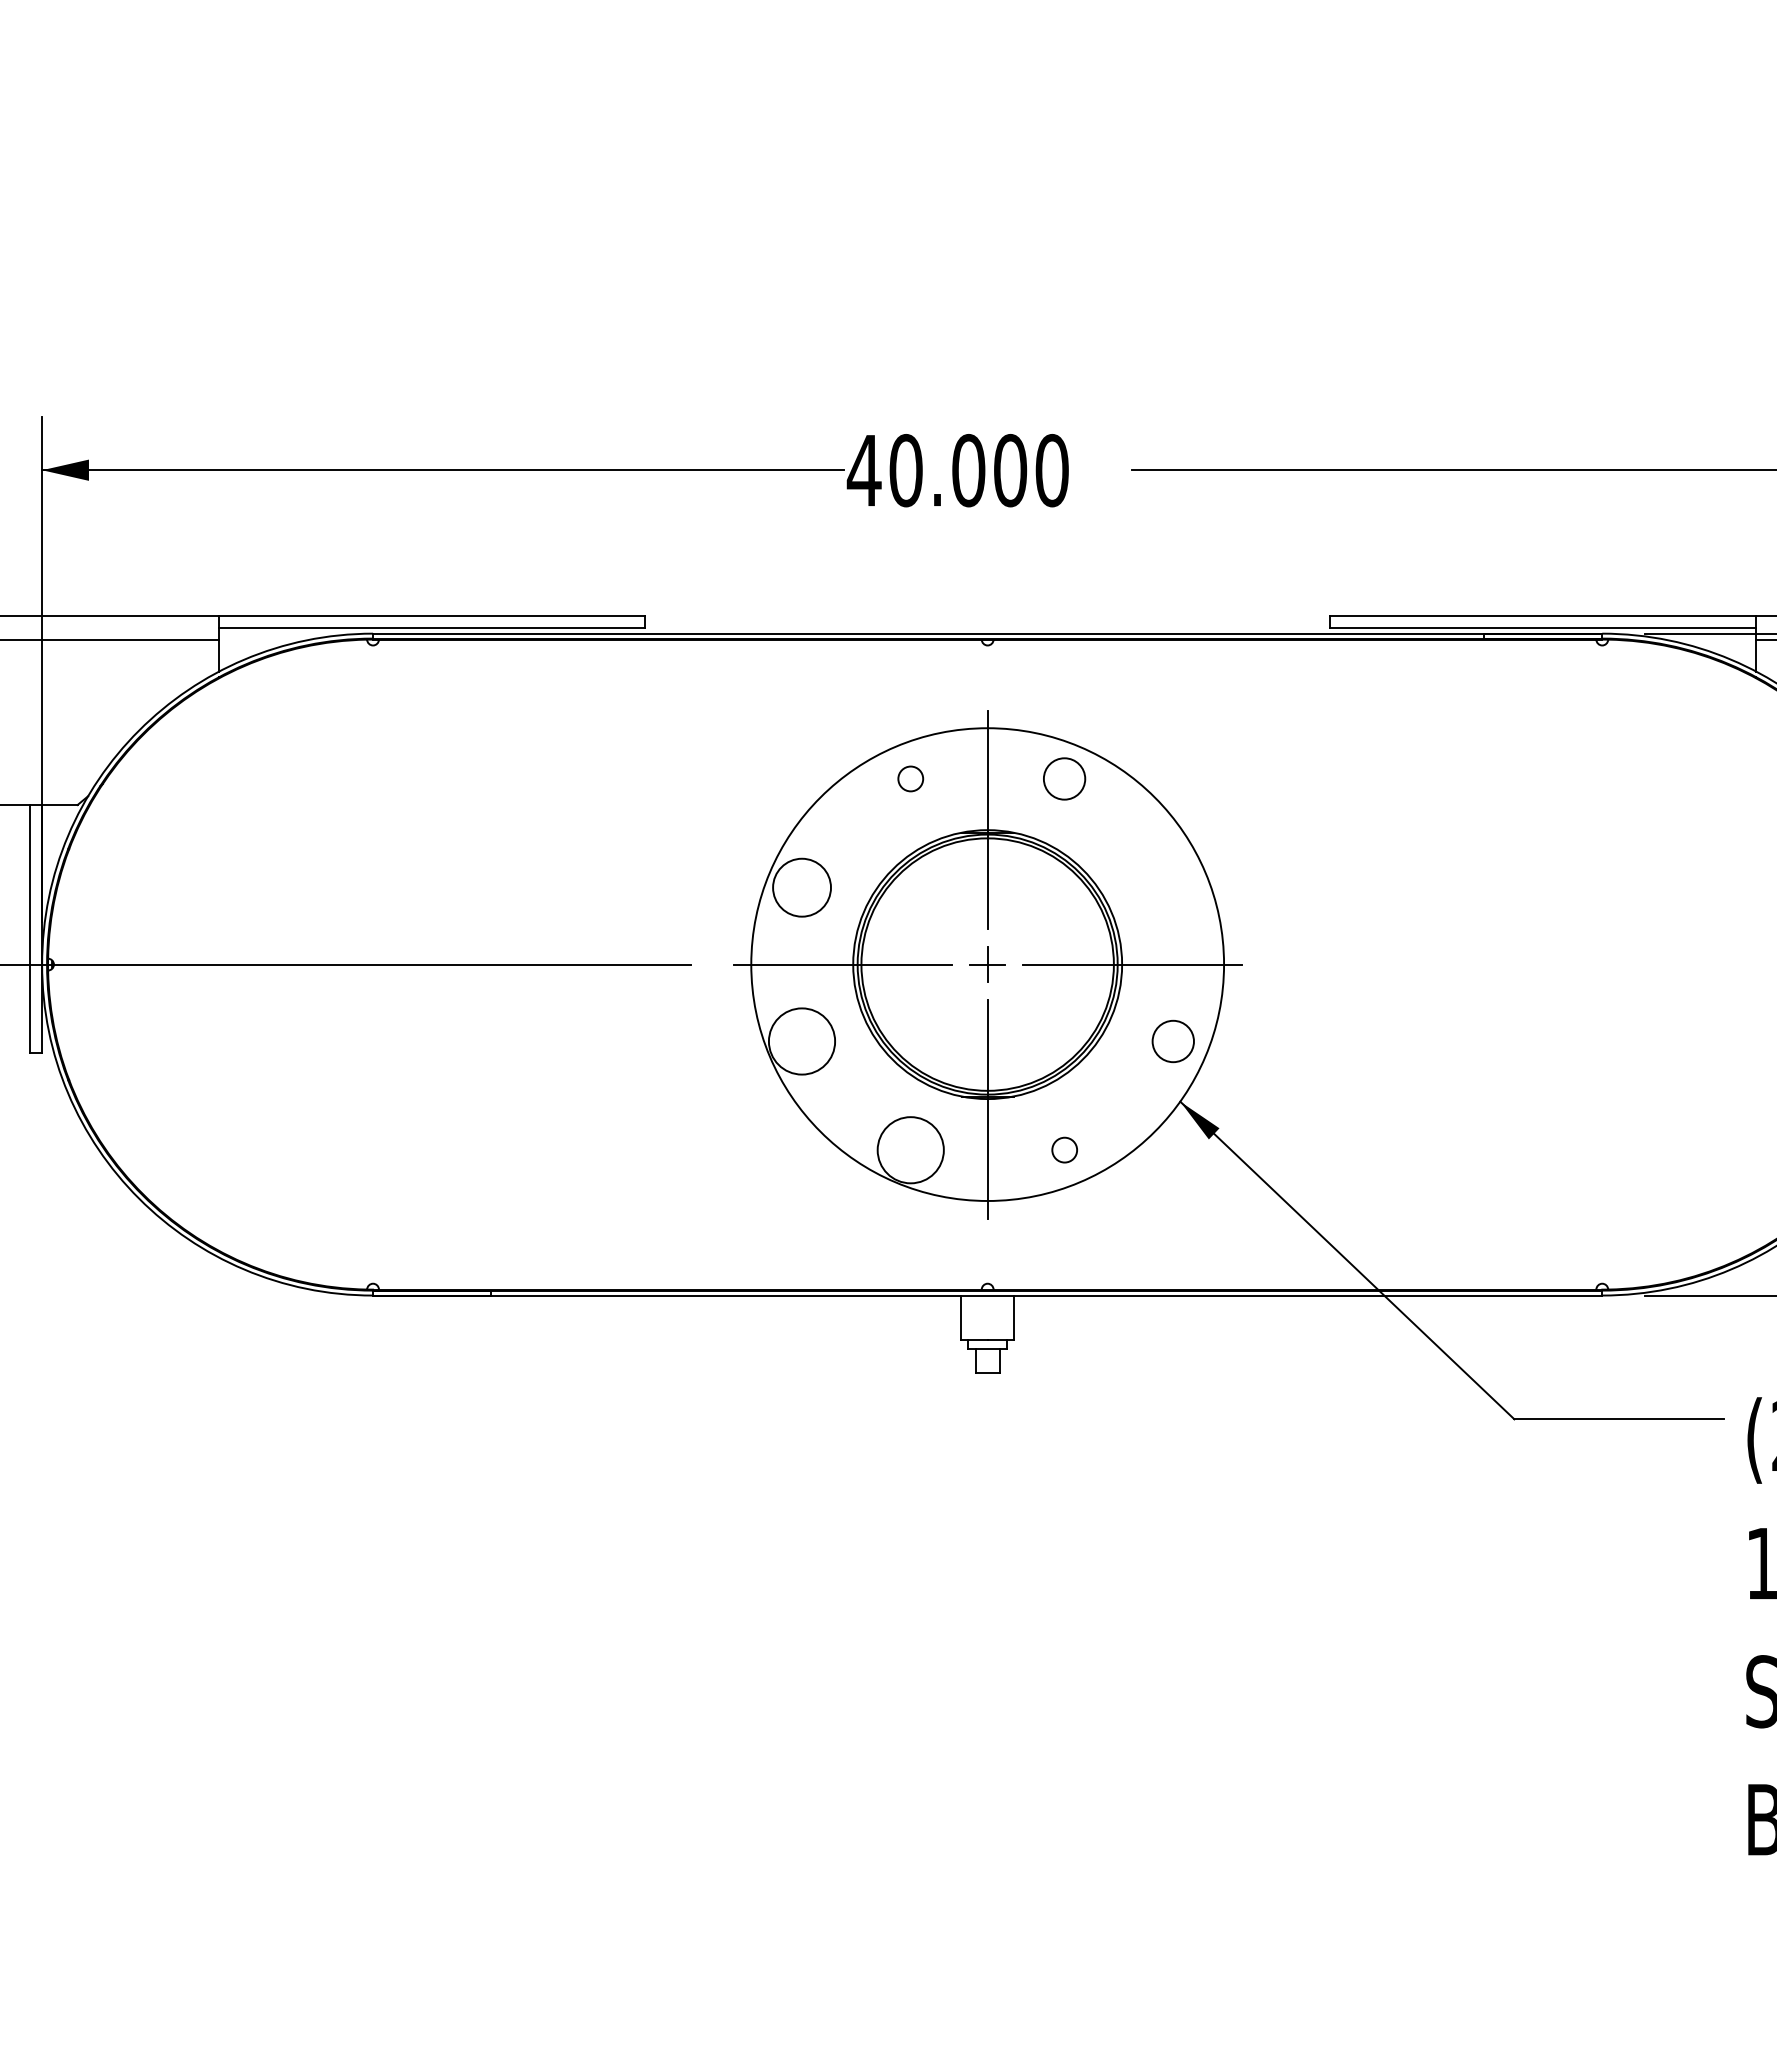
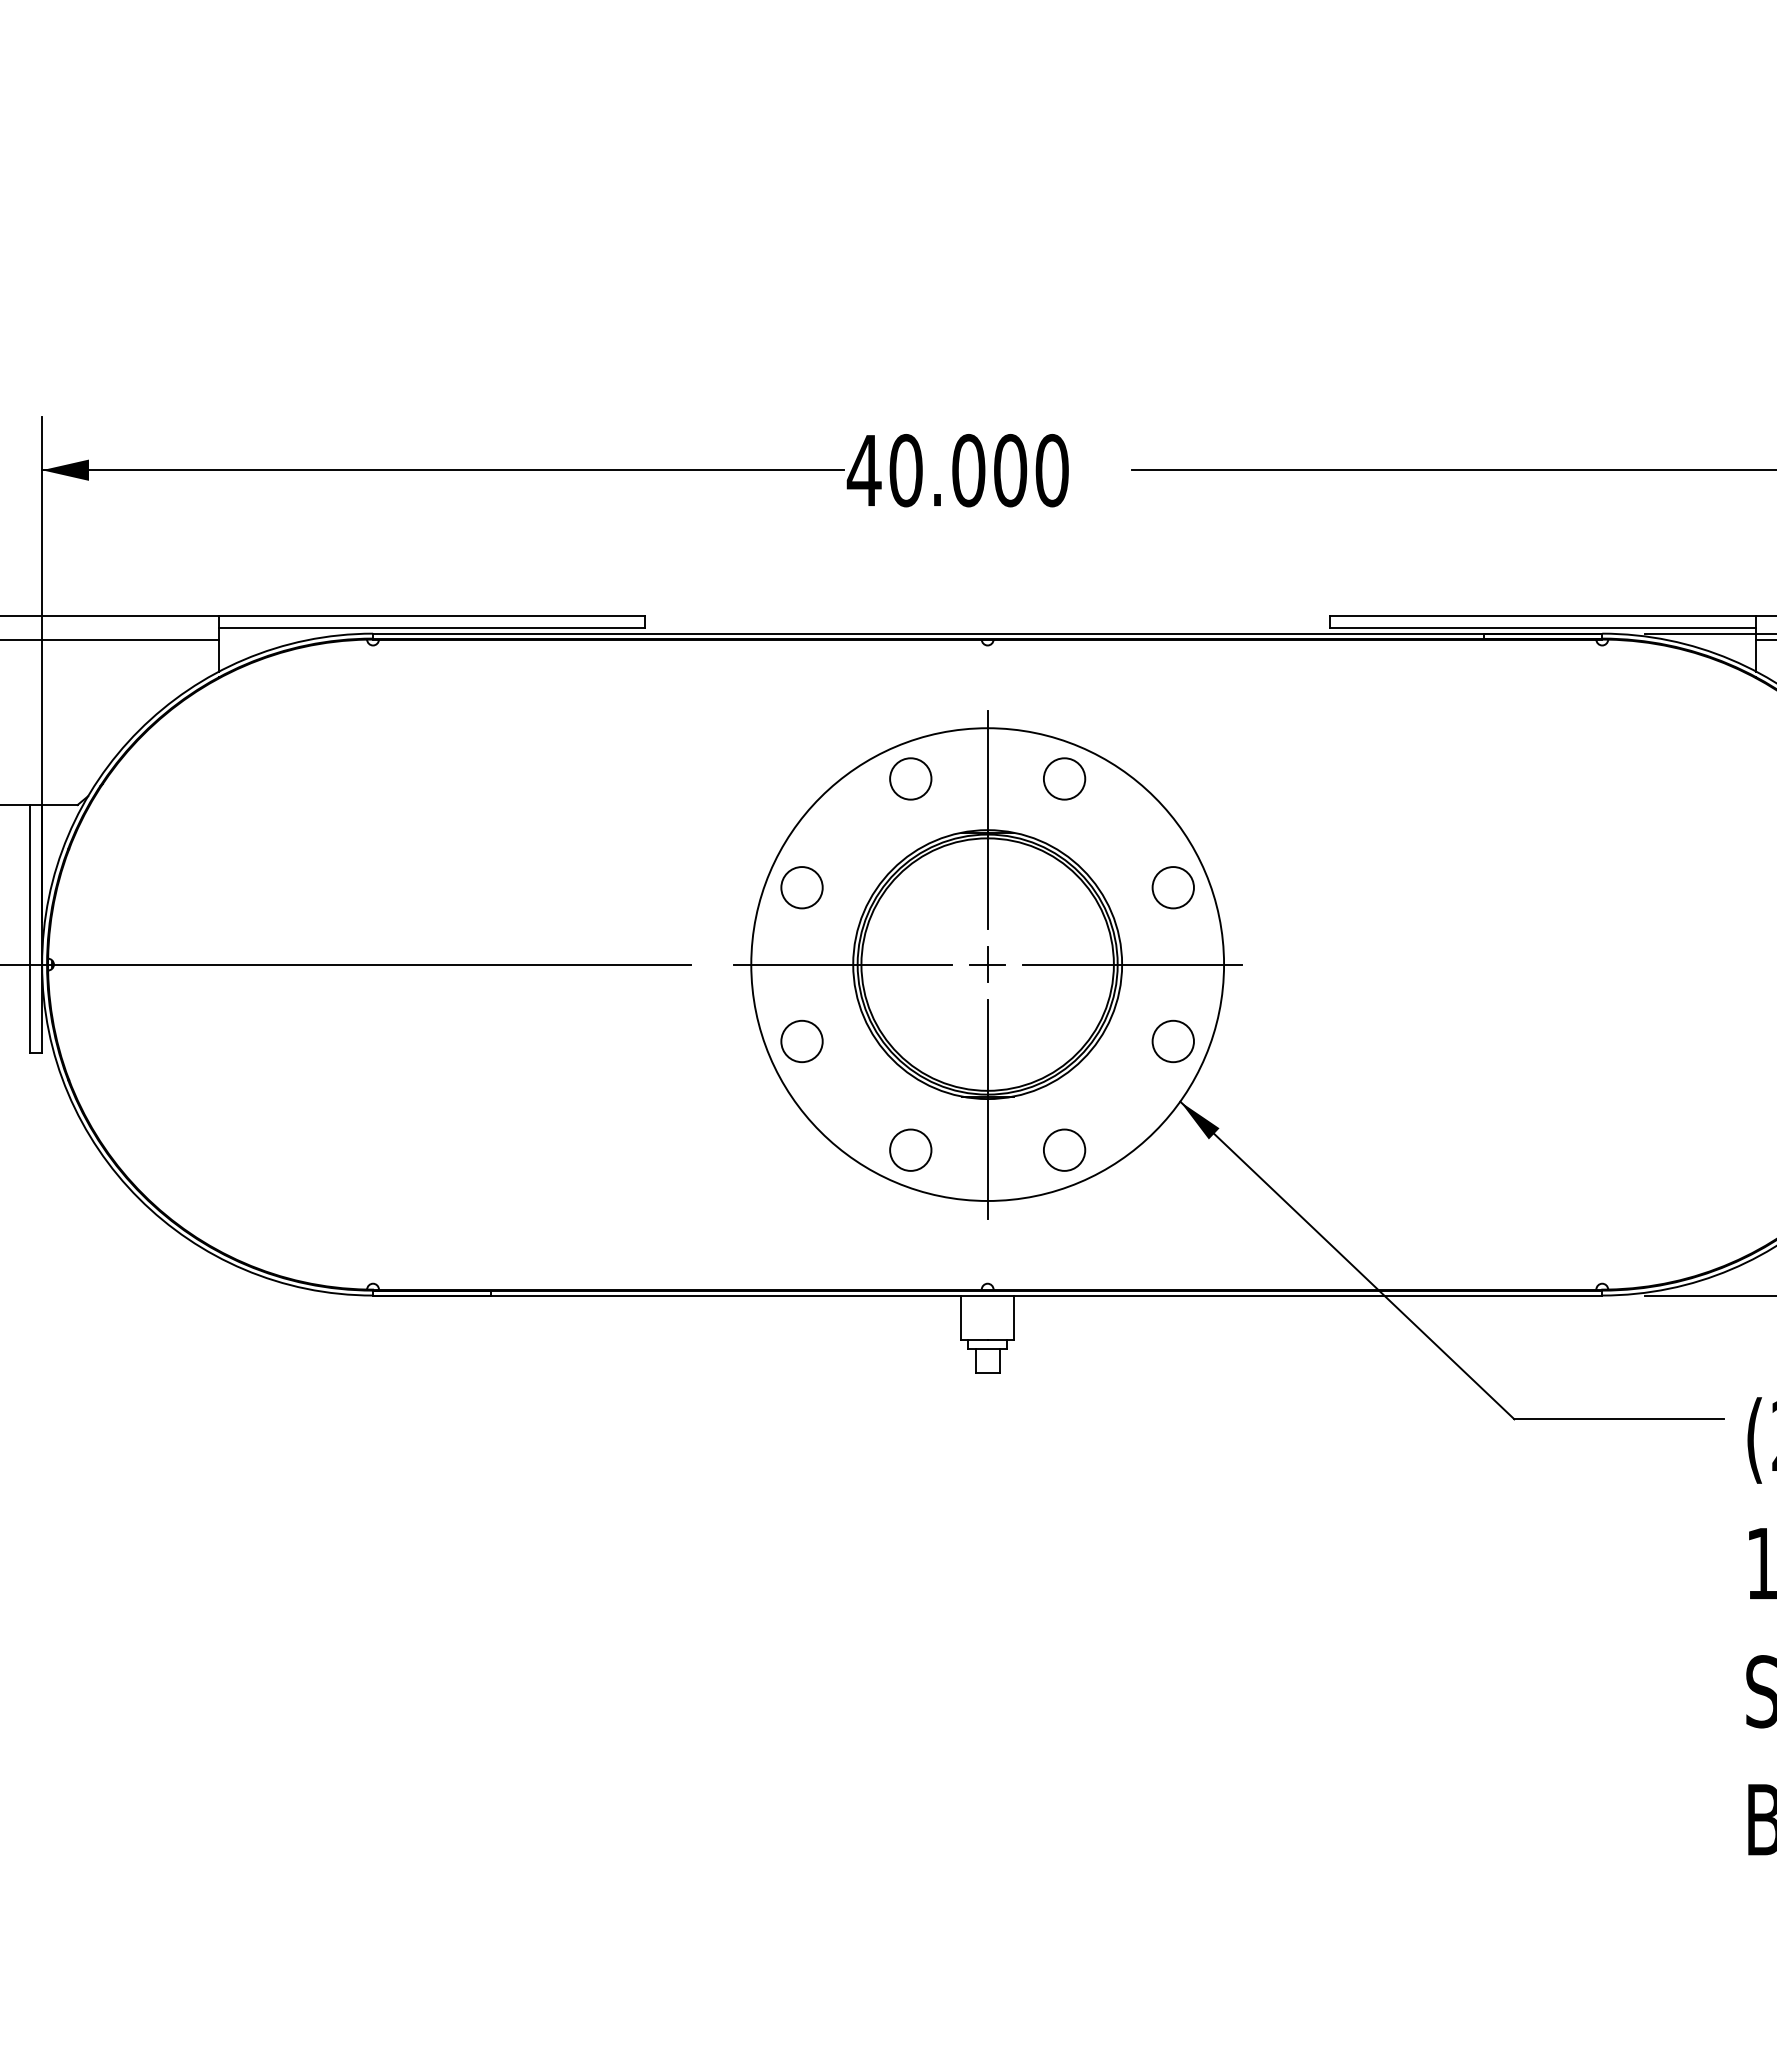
circle at (910, 778) diameter: 25 px -> 41 px
circle at (802, 887) diameter: 58 px -> 41 px
circle at (1172, 887): none -> present
circle at (801, 1041) diameter: 66 px -> 41 px
circle at (1064, 1149) size: 27x28 px -> 44x44 px
circle at (910, 1150) diameter: 66 px -> 41 px
